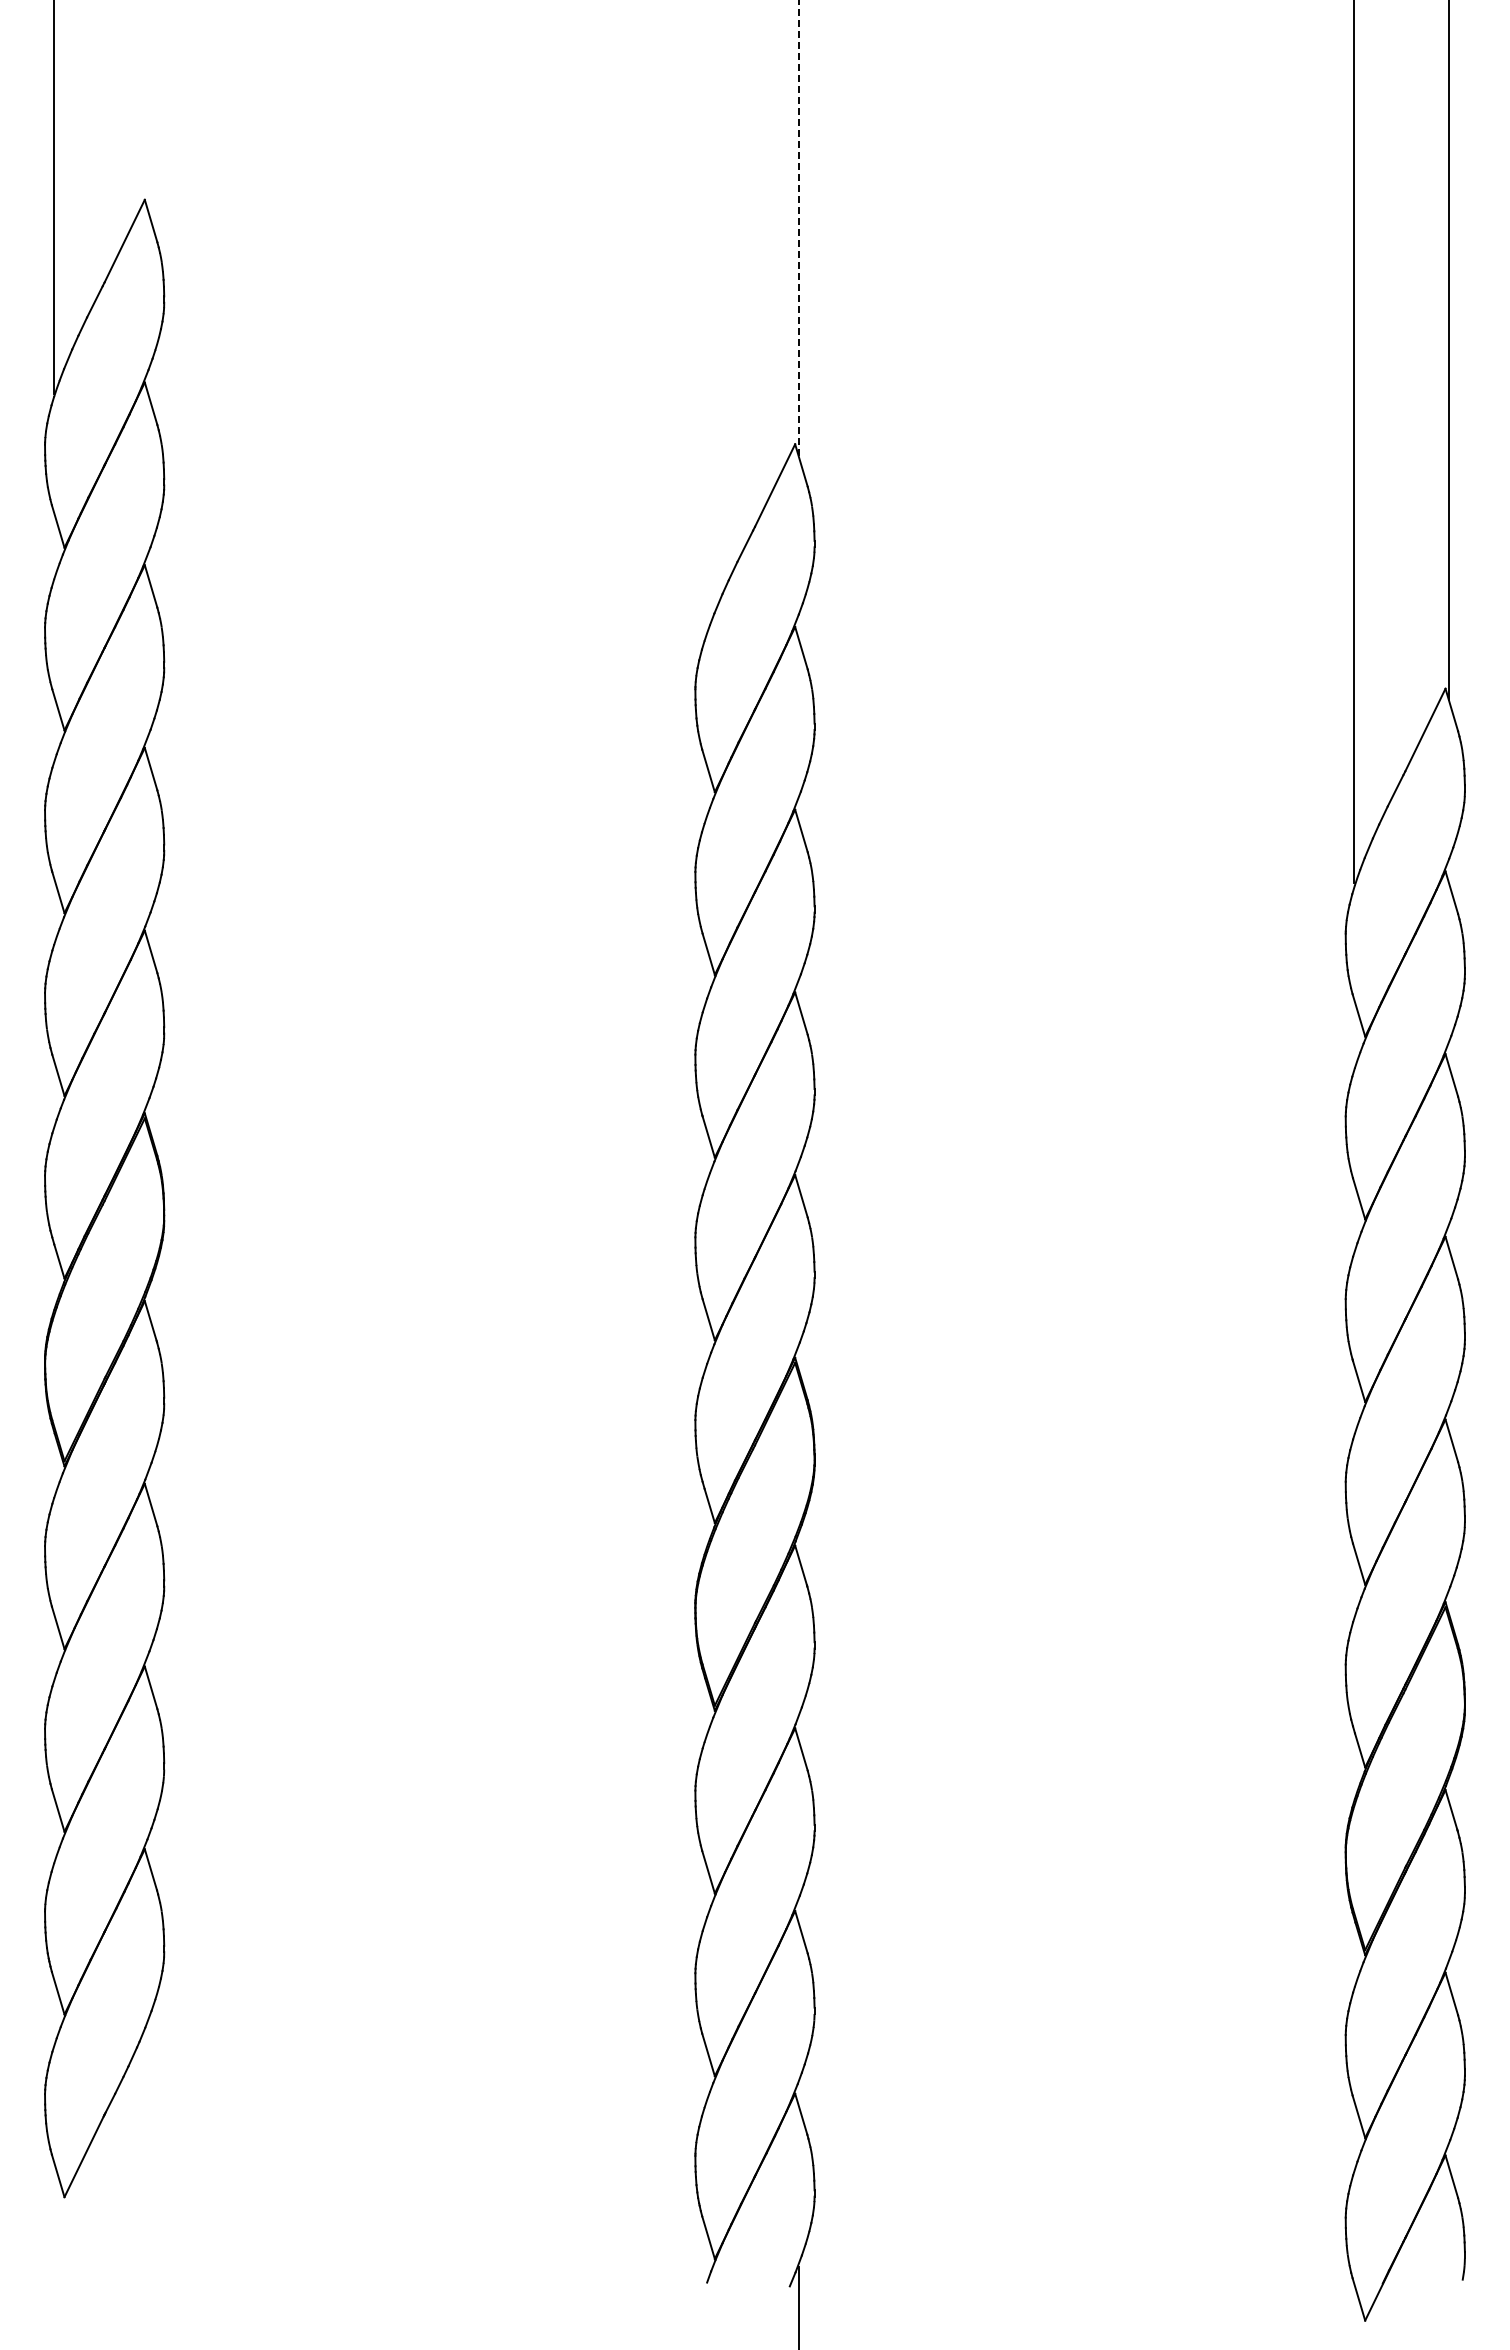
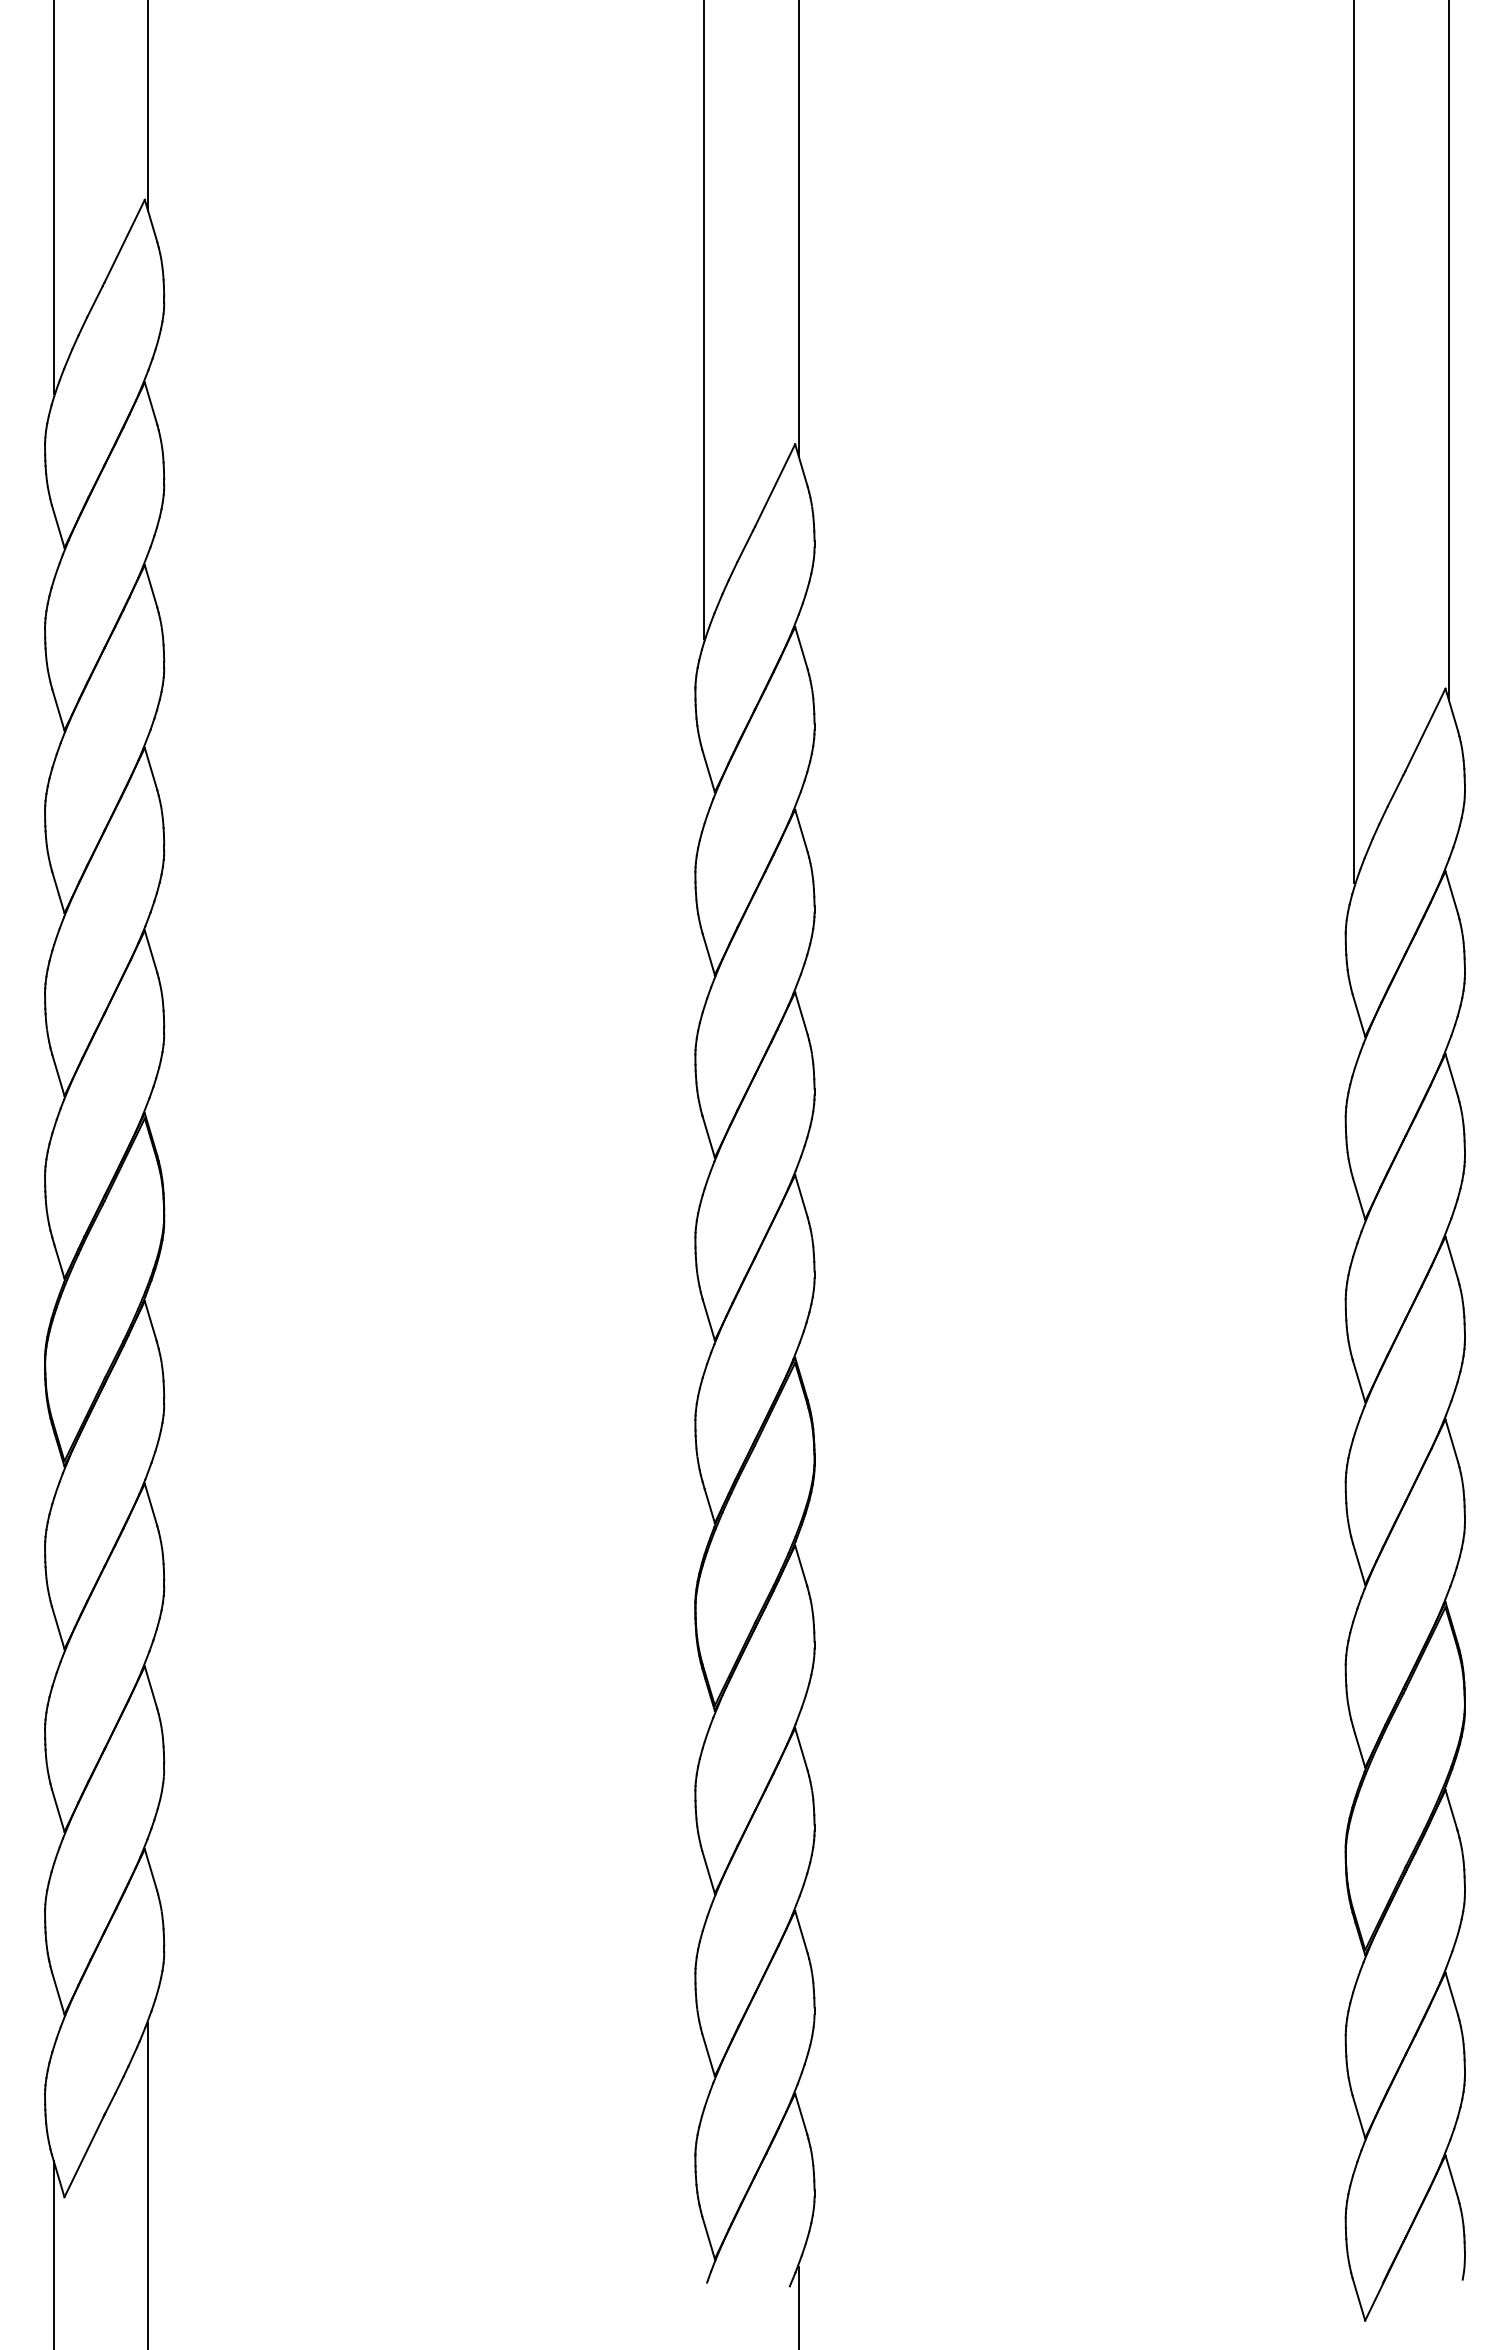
line at (148, 106): none -> present
line at (798, 227): dashed -> solid
line at (704, 320): none -> present
line at (148, 2184): none -> present
line at (53, 2253): none -> present
